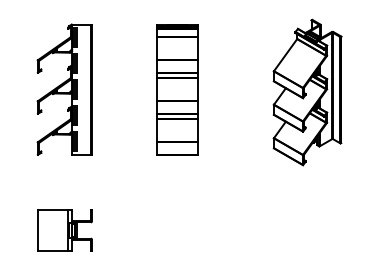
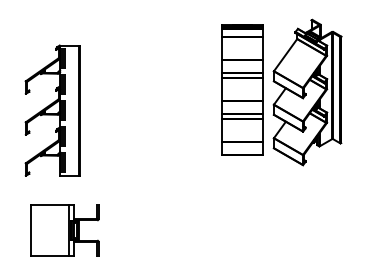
part at (64, 89) position: (64, 89) -> (52, 110)
part at (177, 89) position: (177, 89) -> (242, 89)
part at (64, 230) size: 56x43 px -> 70x53 px
